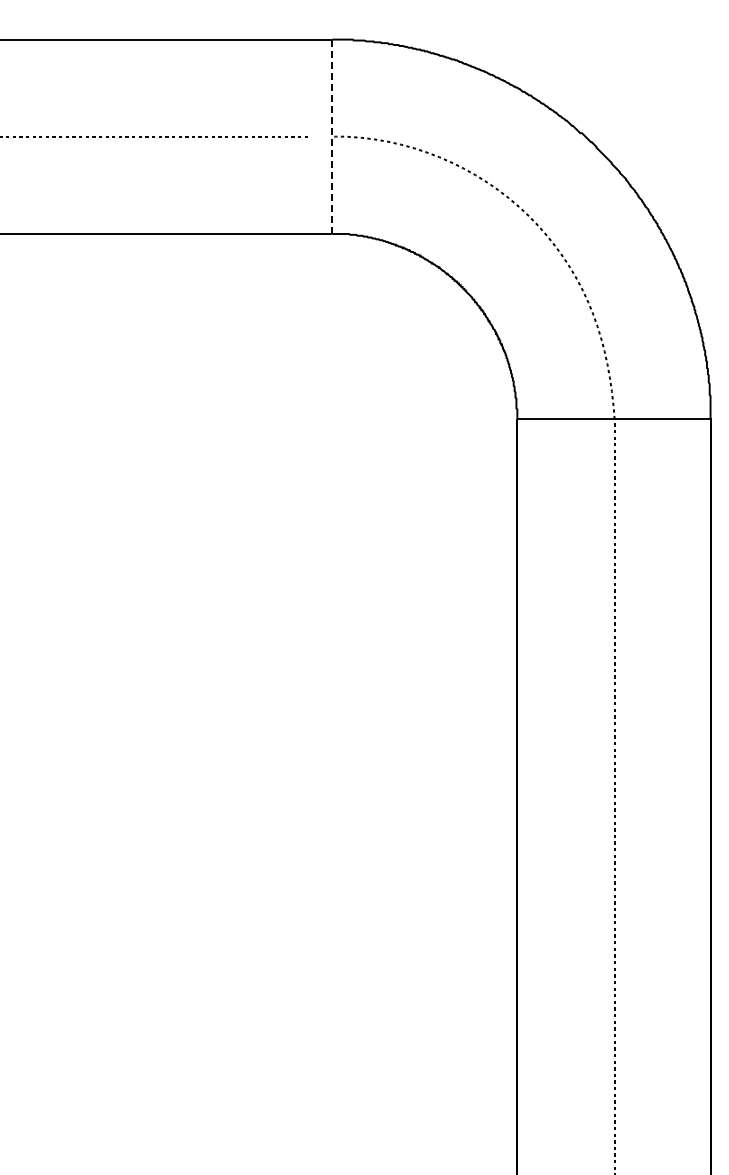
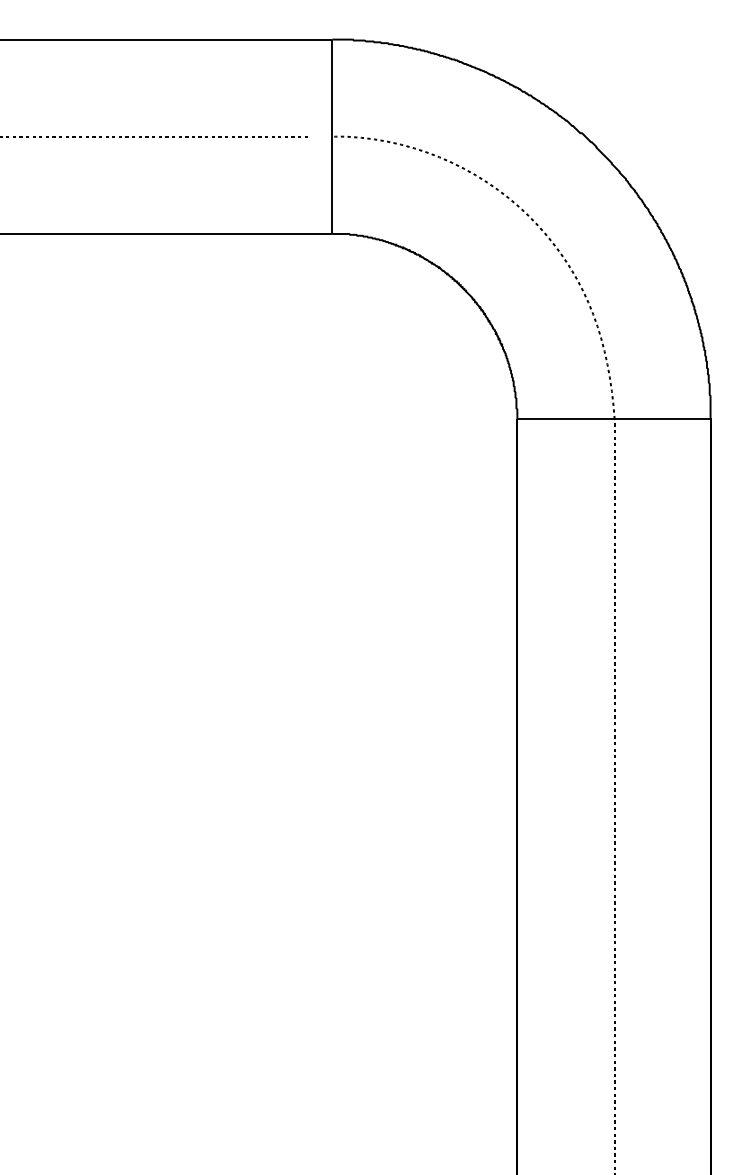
line at (332, 136): dashed -> solid
